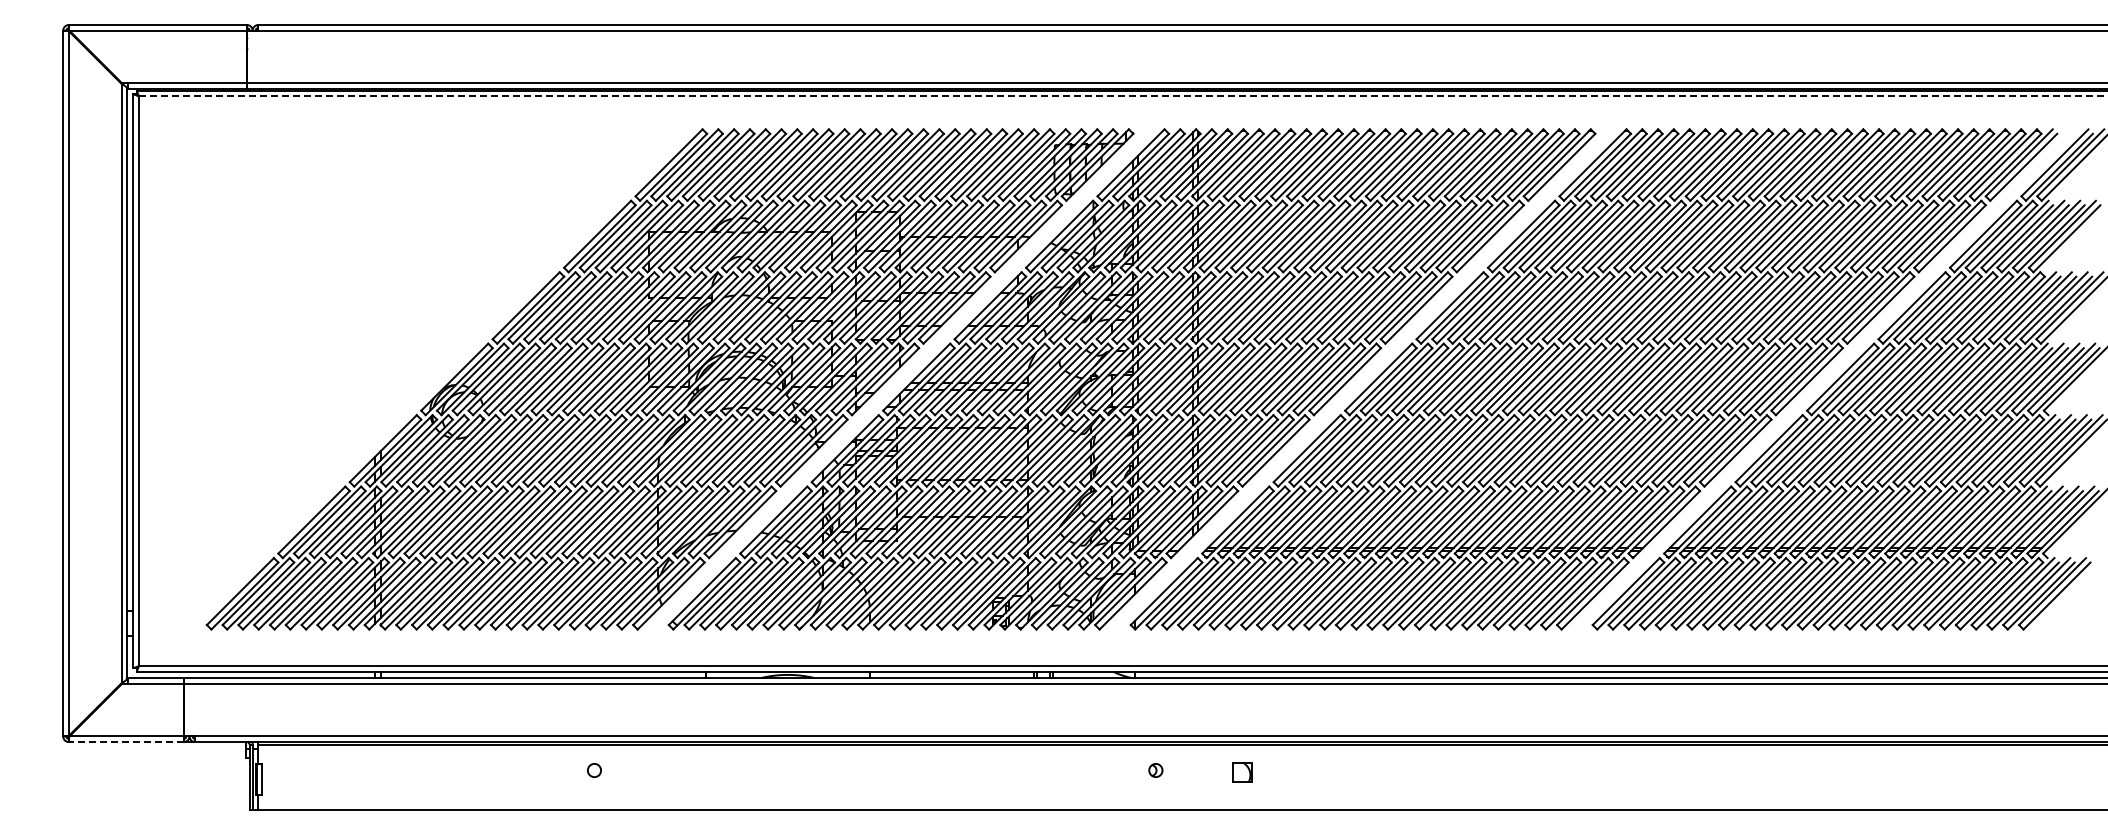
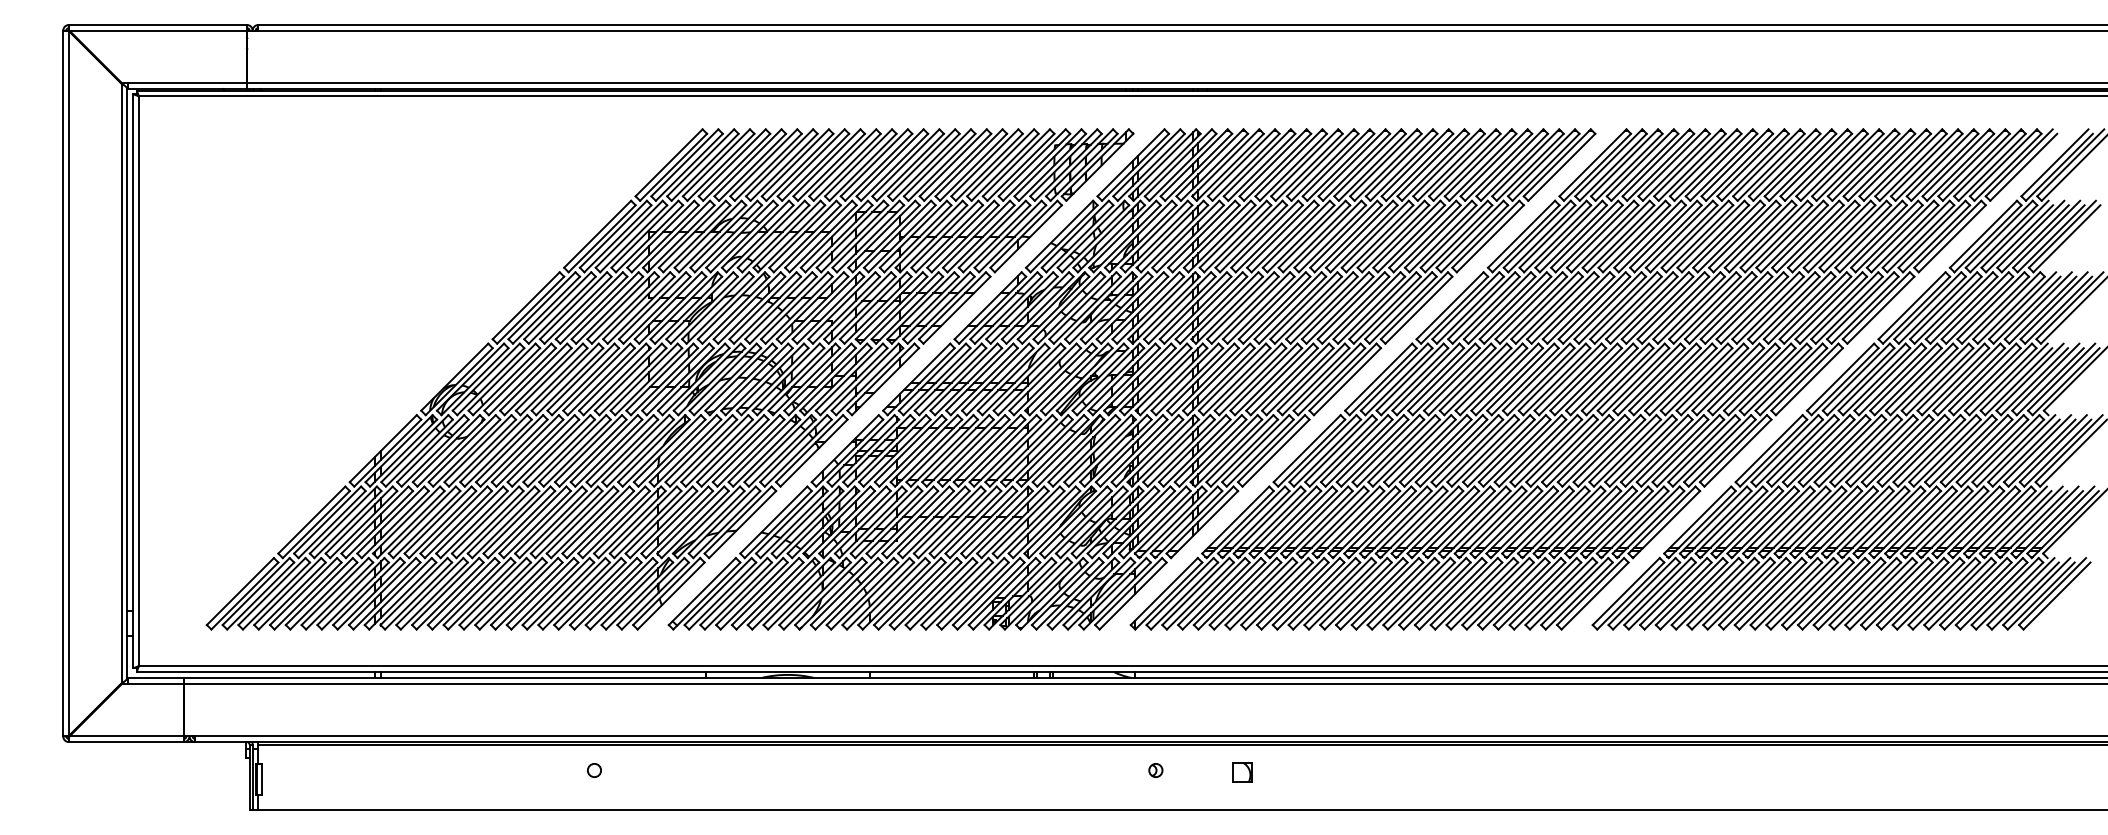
line at (1123, 96): dashed -> solid
line at (125, 742): dashed -> solid
